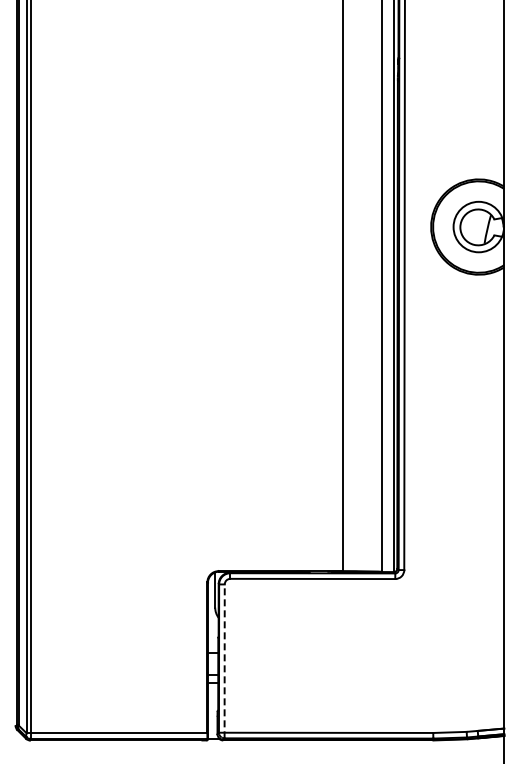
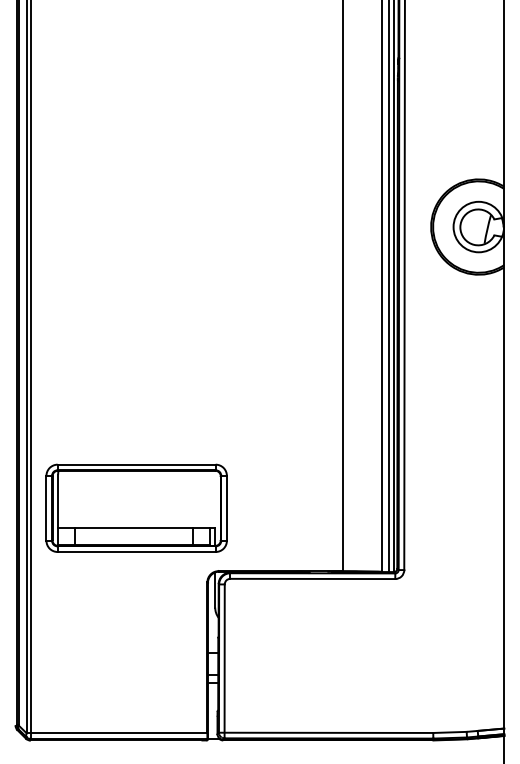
line at (388, 287): none -> present
part at (136, 507): none -> present
line at (224, 661): dashed -> solid
